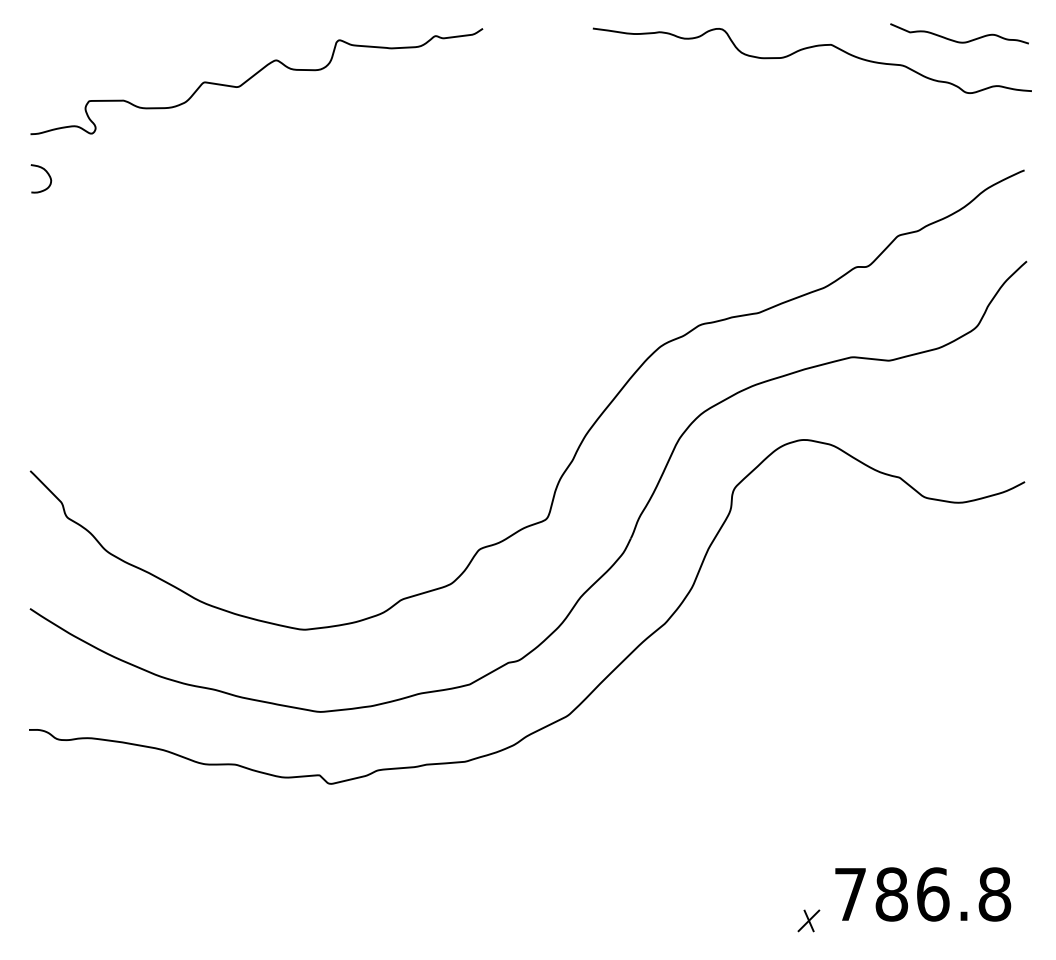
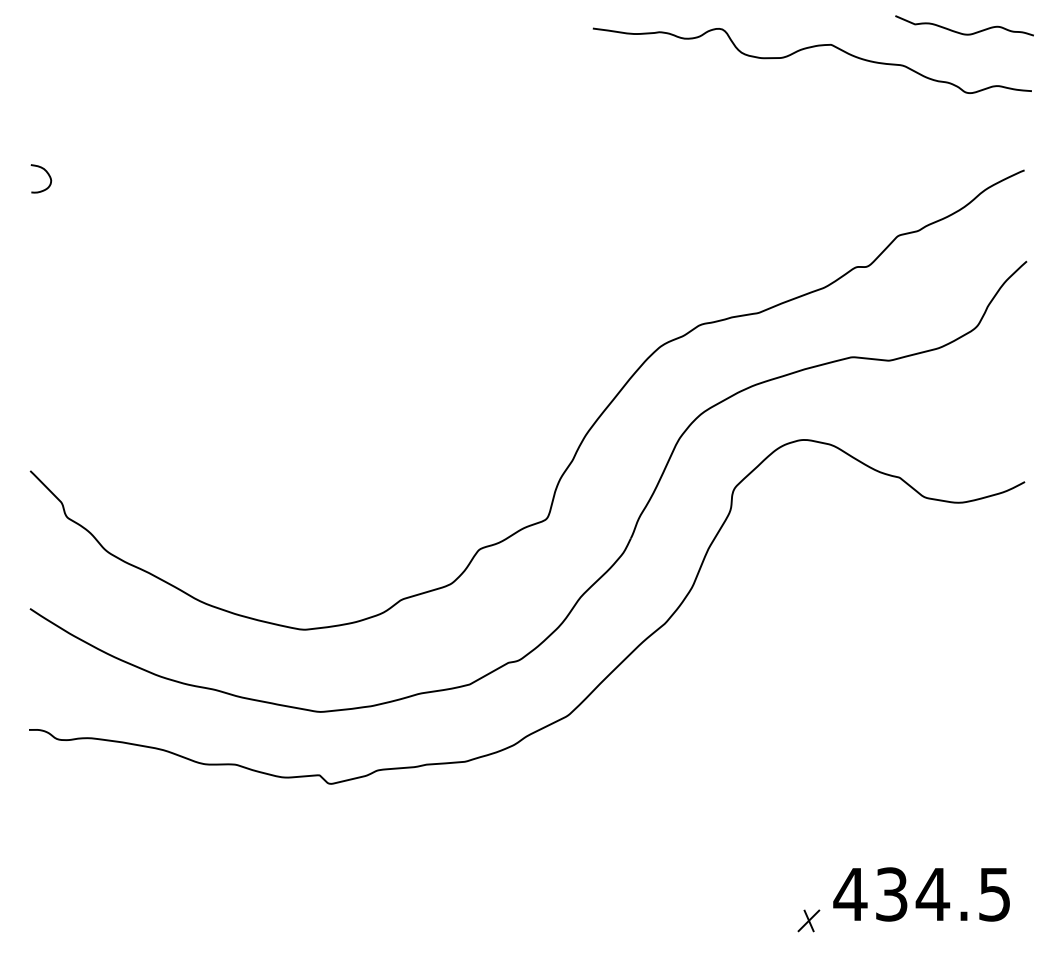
curve at (956, 40) position: (956, 40) -> (961, 32)
curve at (253, 77): present -> none
text at (922, 894): 786.8 -> 434.5
